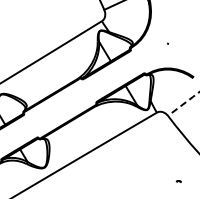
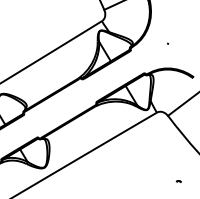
line at (183, 103): dashed -> solid
